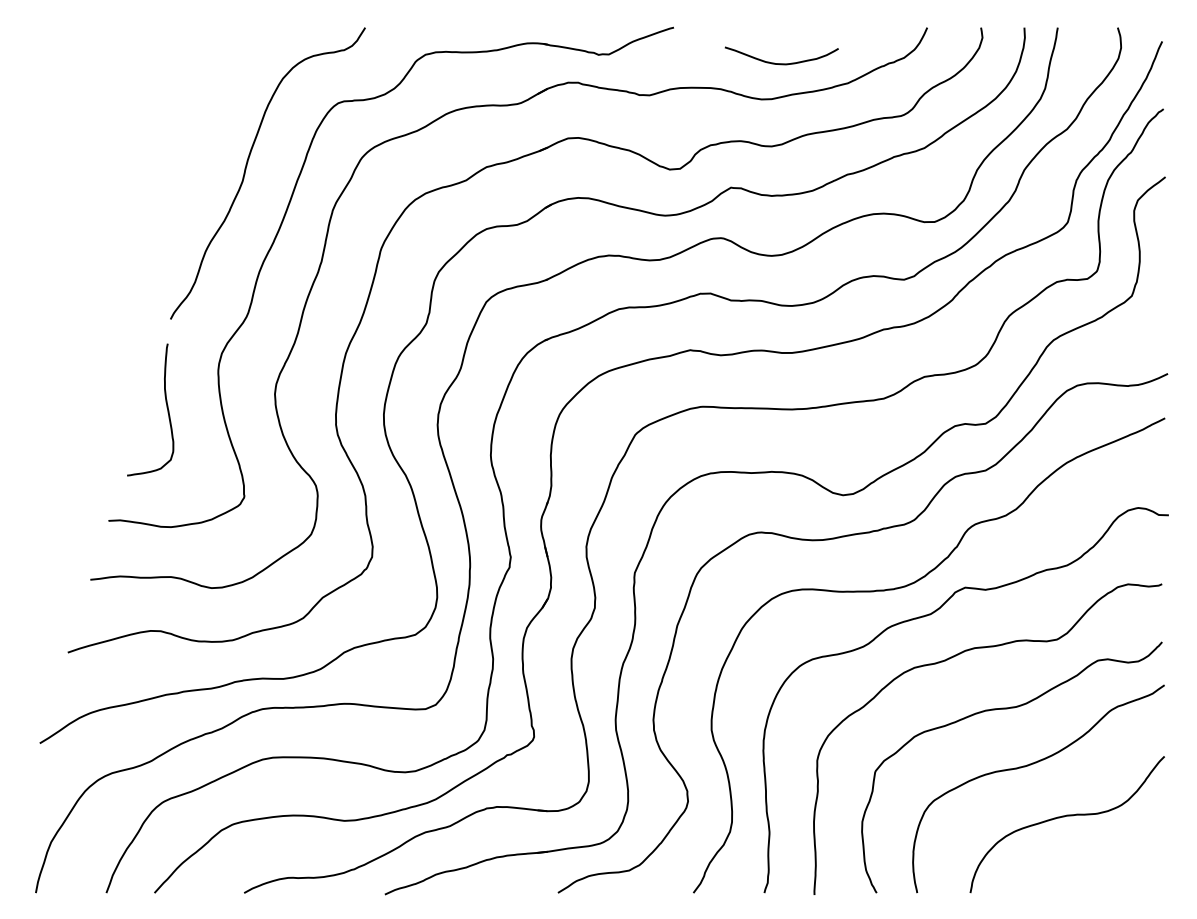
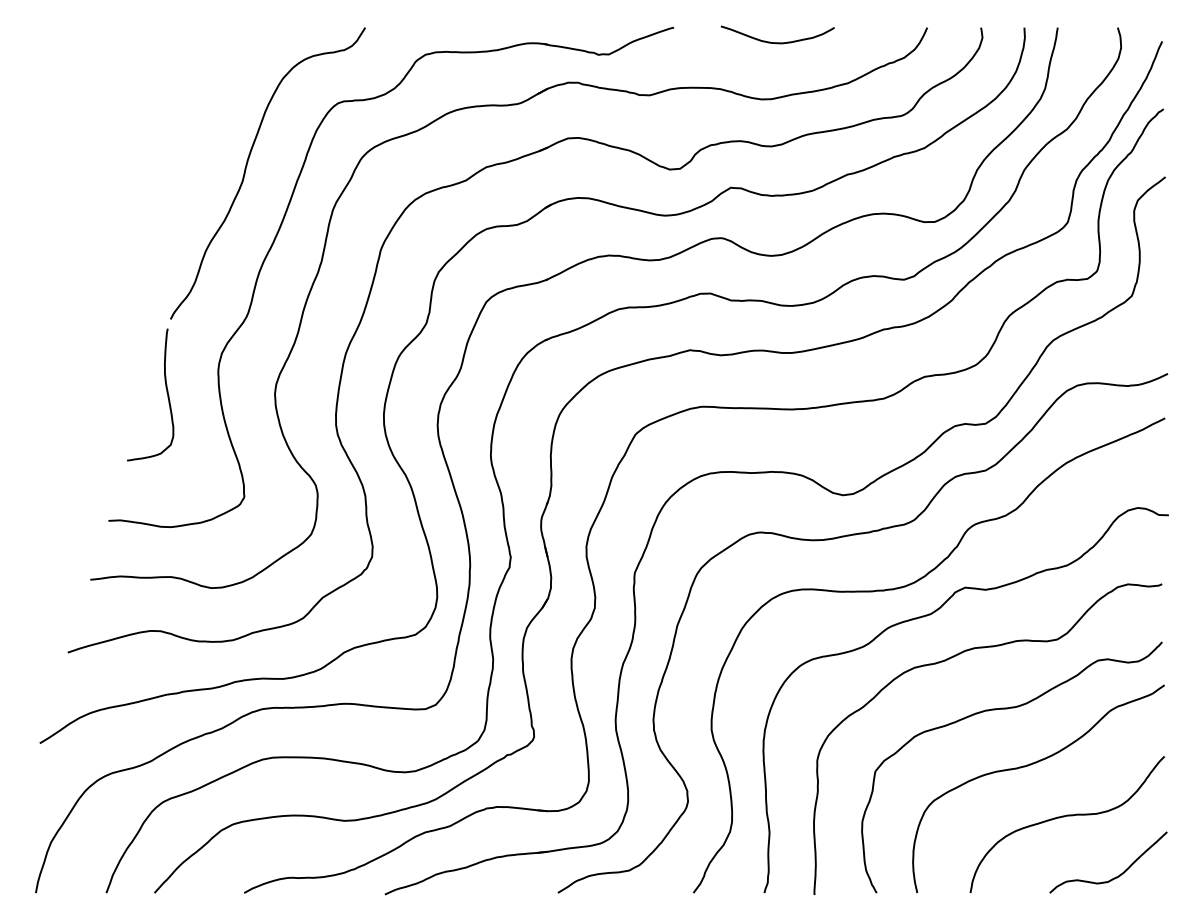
curve at (781, 63) position: (781, 63) -> (777, 42)
curve at (166, 407) position: (166, 407) -> (166, 392)
curve at (1116, 876): none -> present
